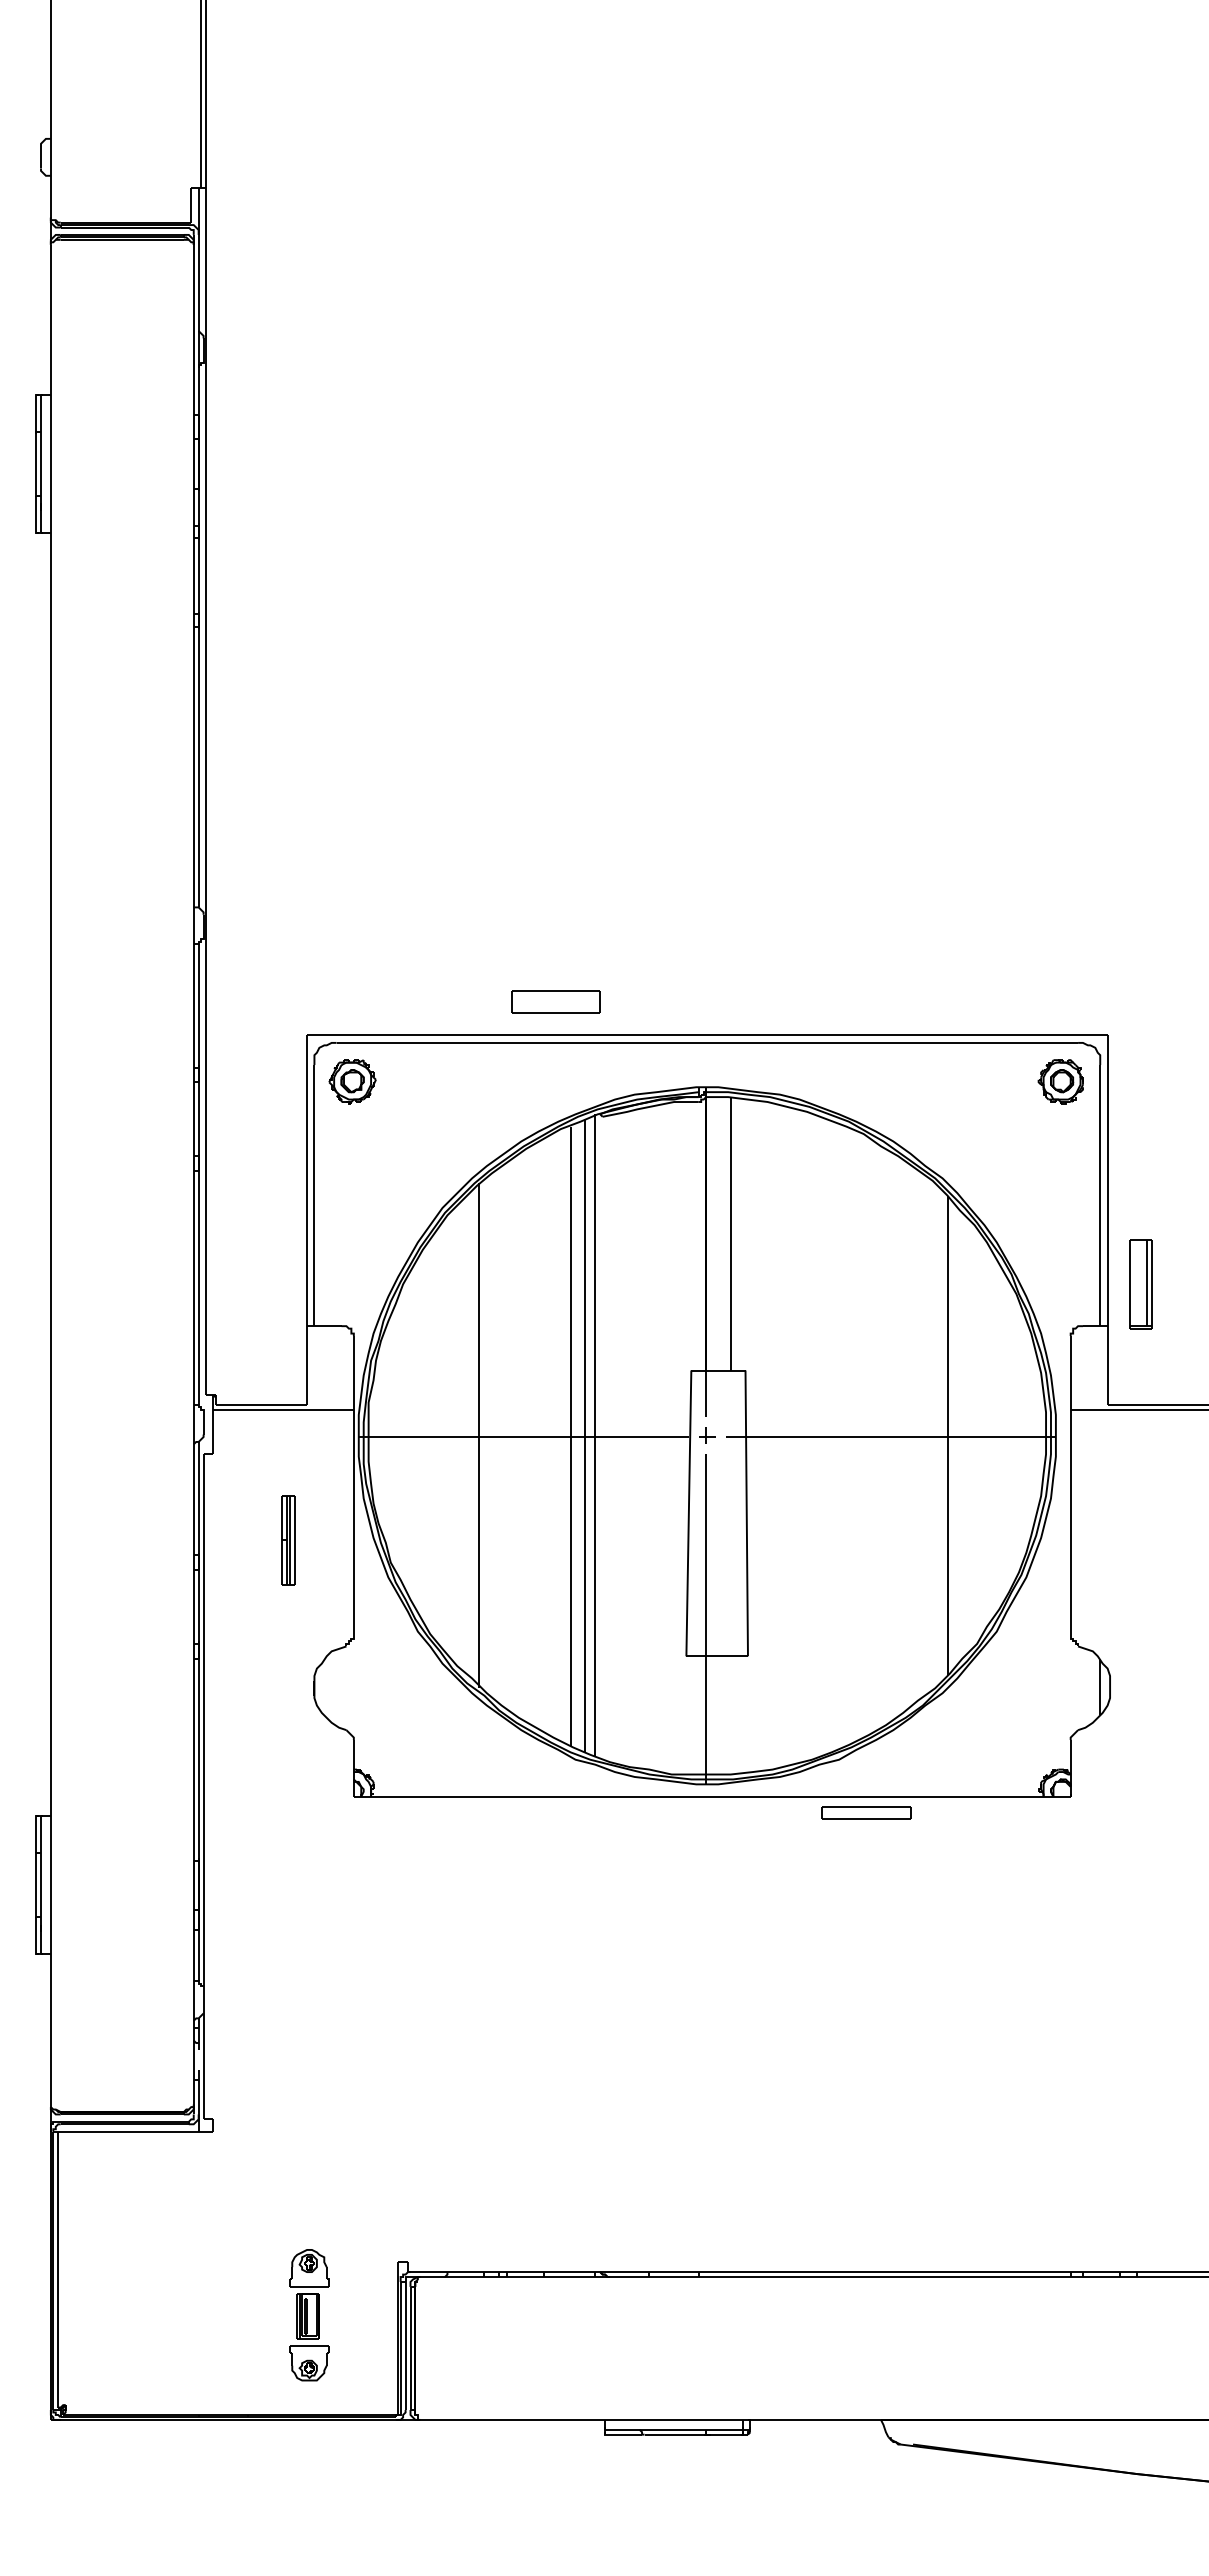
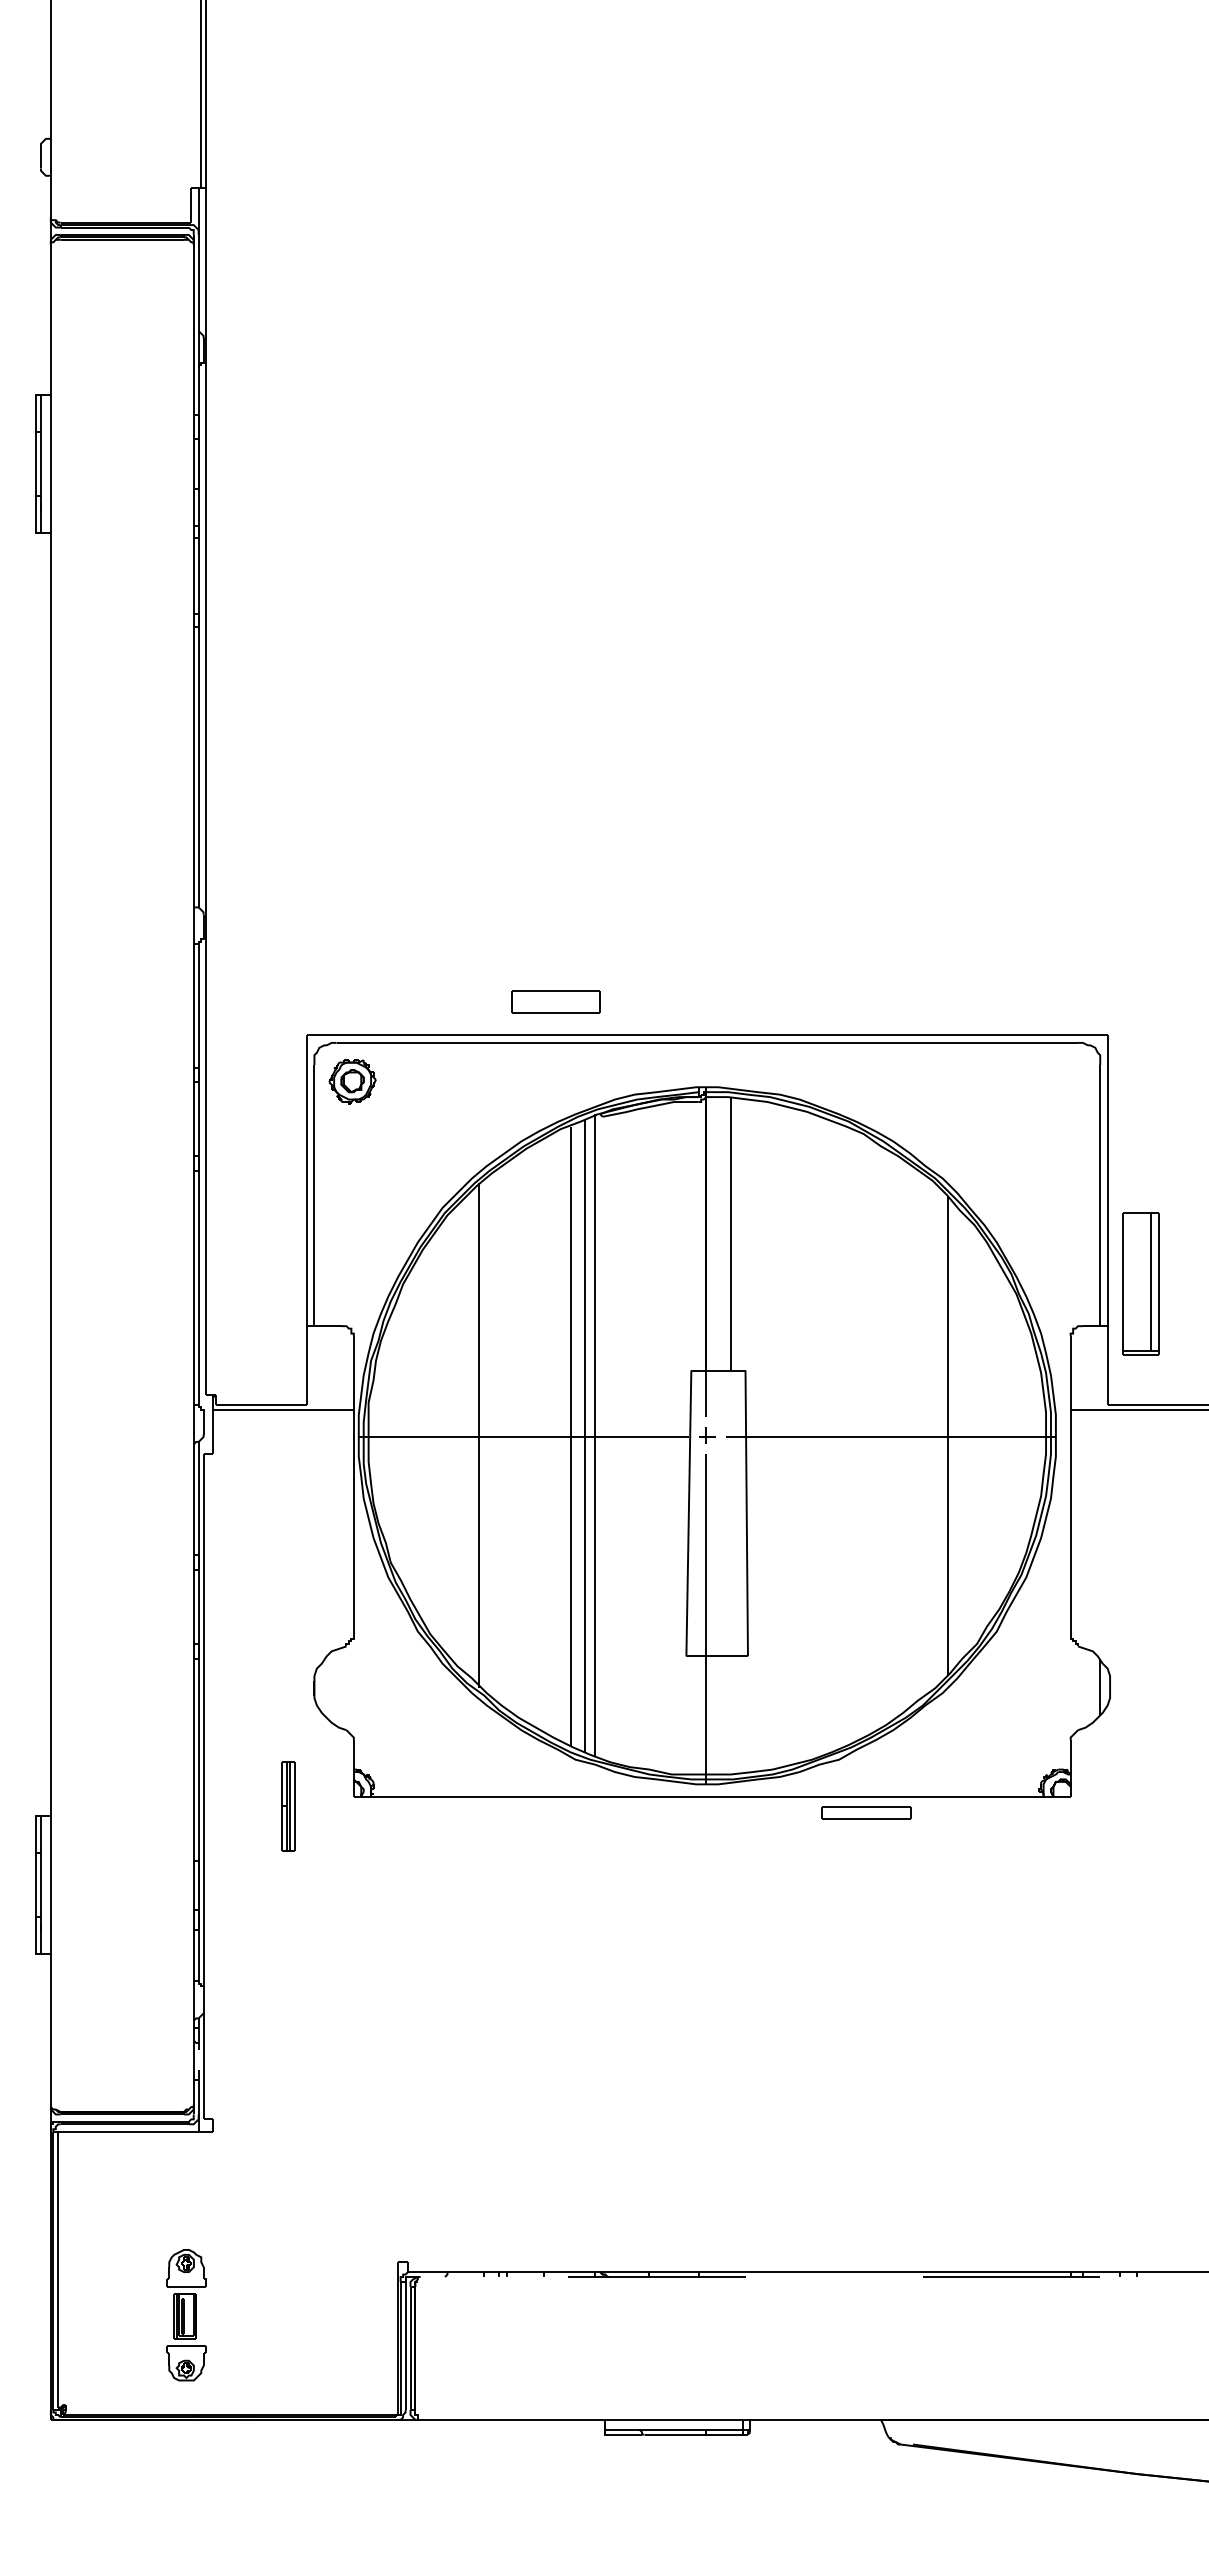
part at (1060, 1081): present -> none
part at (1140, 1284) size: 24x91 px -> 38x144 px
part at (288, 1540) position: (288, 1540) -> (288, 1806)
line at (814, 2277): solid -> dashed
part at (309, 2315) position: (309, 2315) -> (186, 2315)
